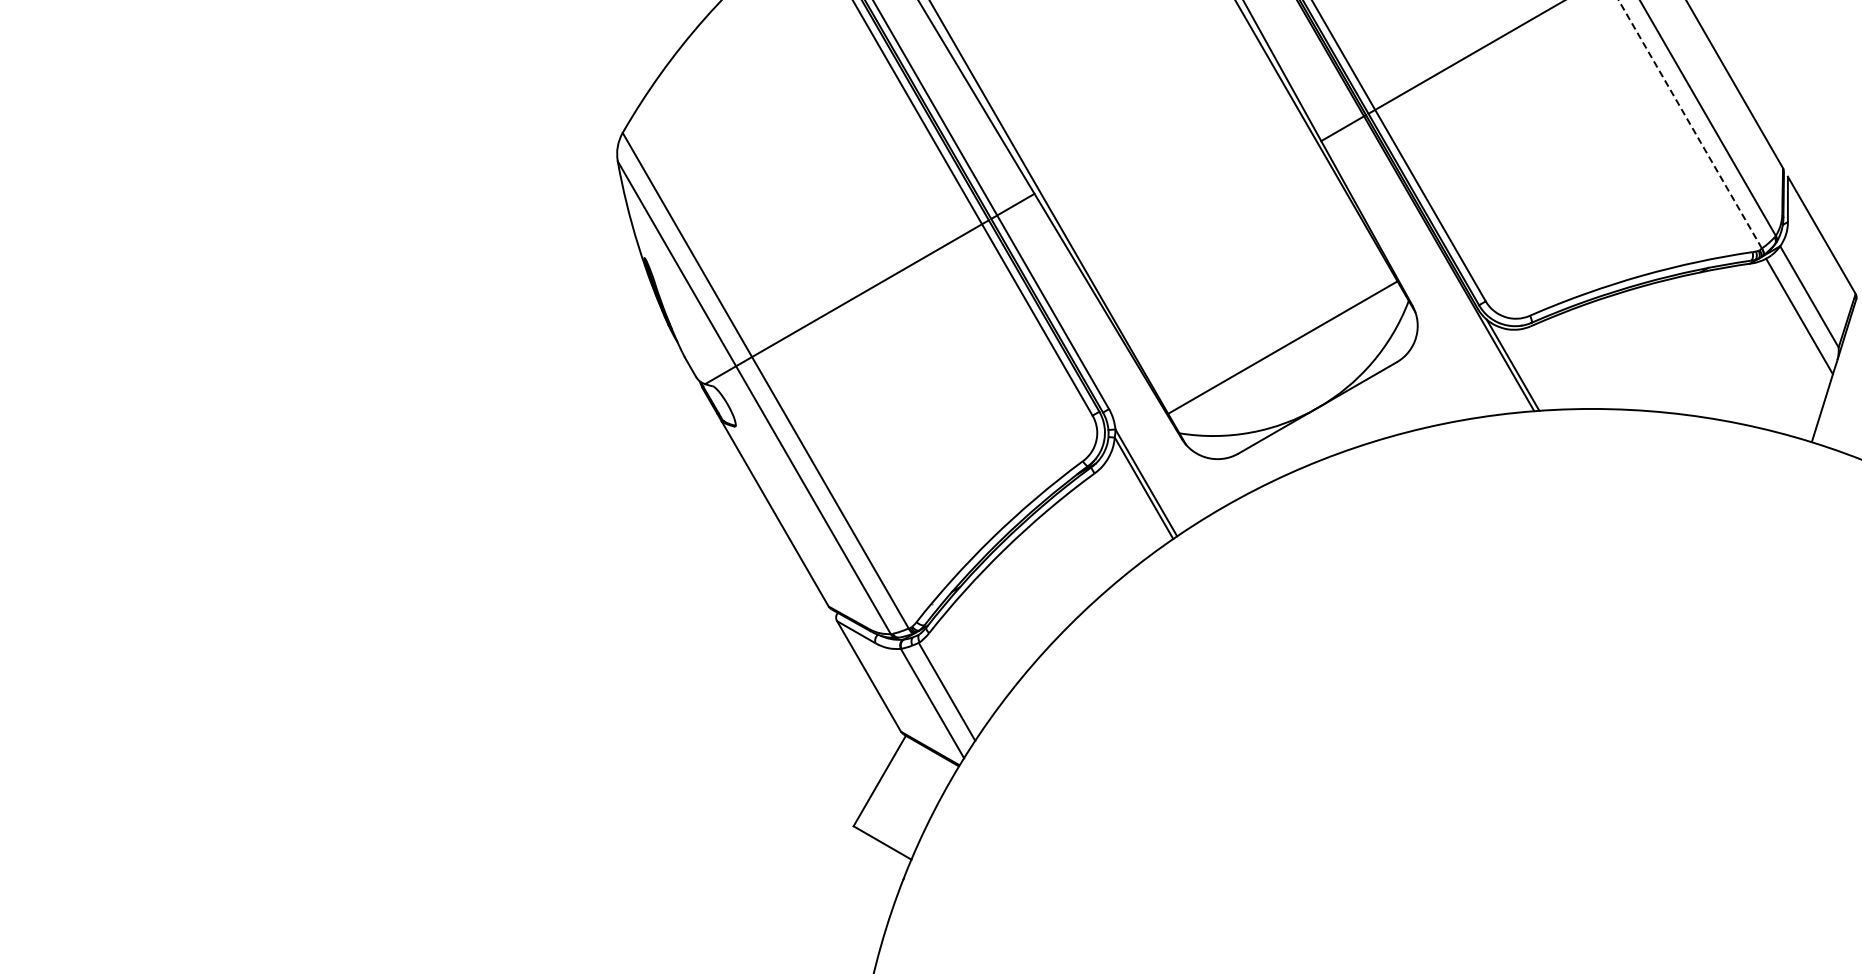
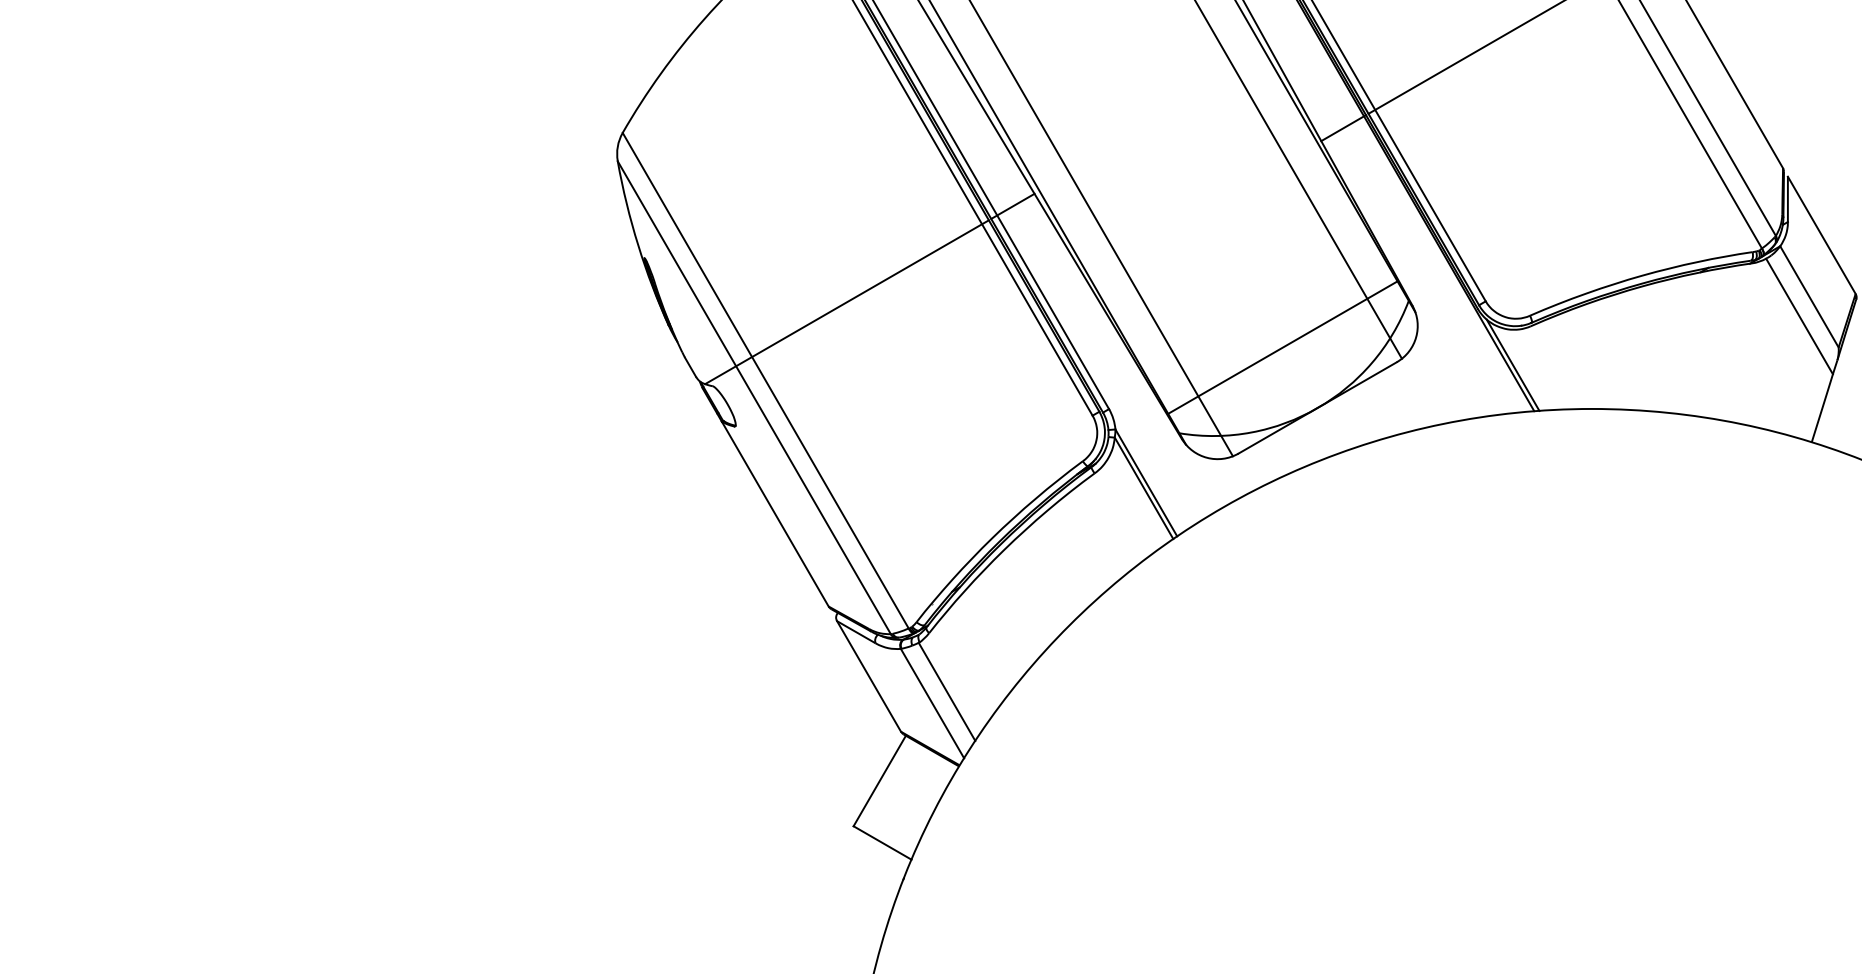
line at (1690, 123): dashed -> solid
line at (1298, 180): none -> present
line at (1101, 229): none -> present
